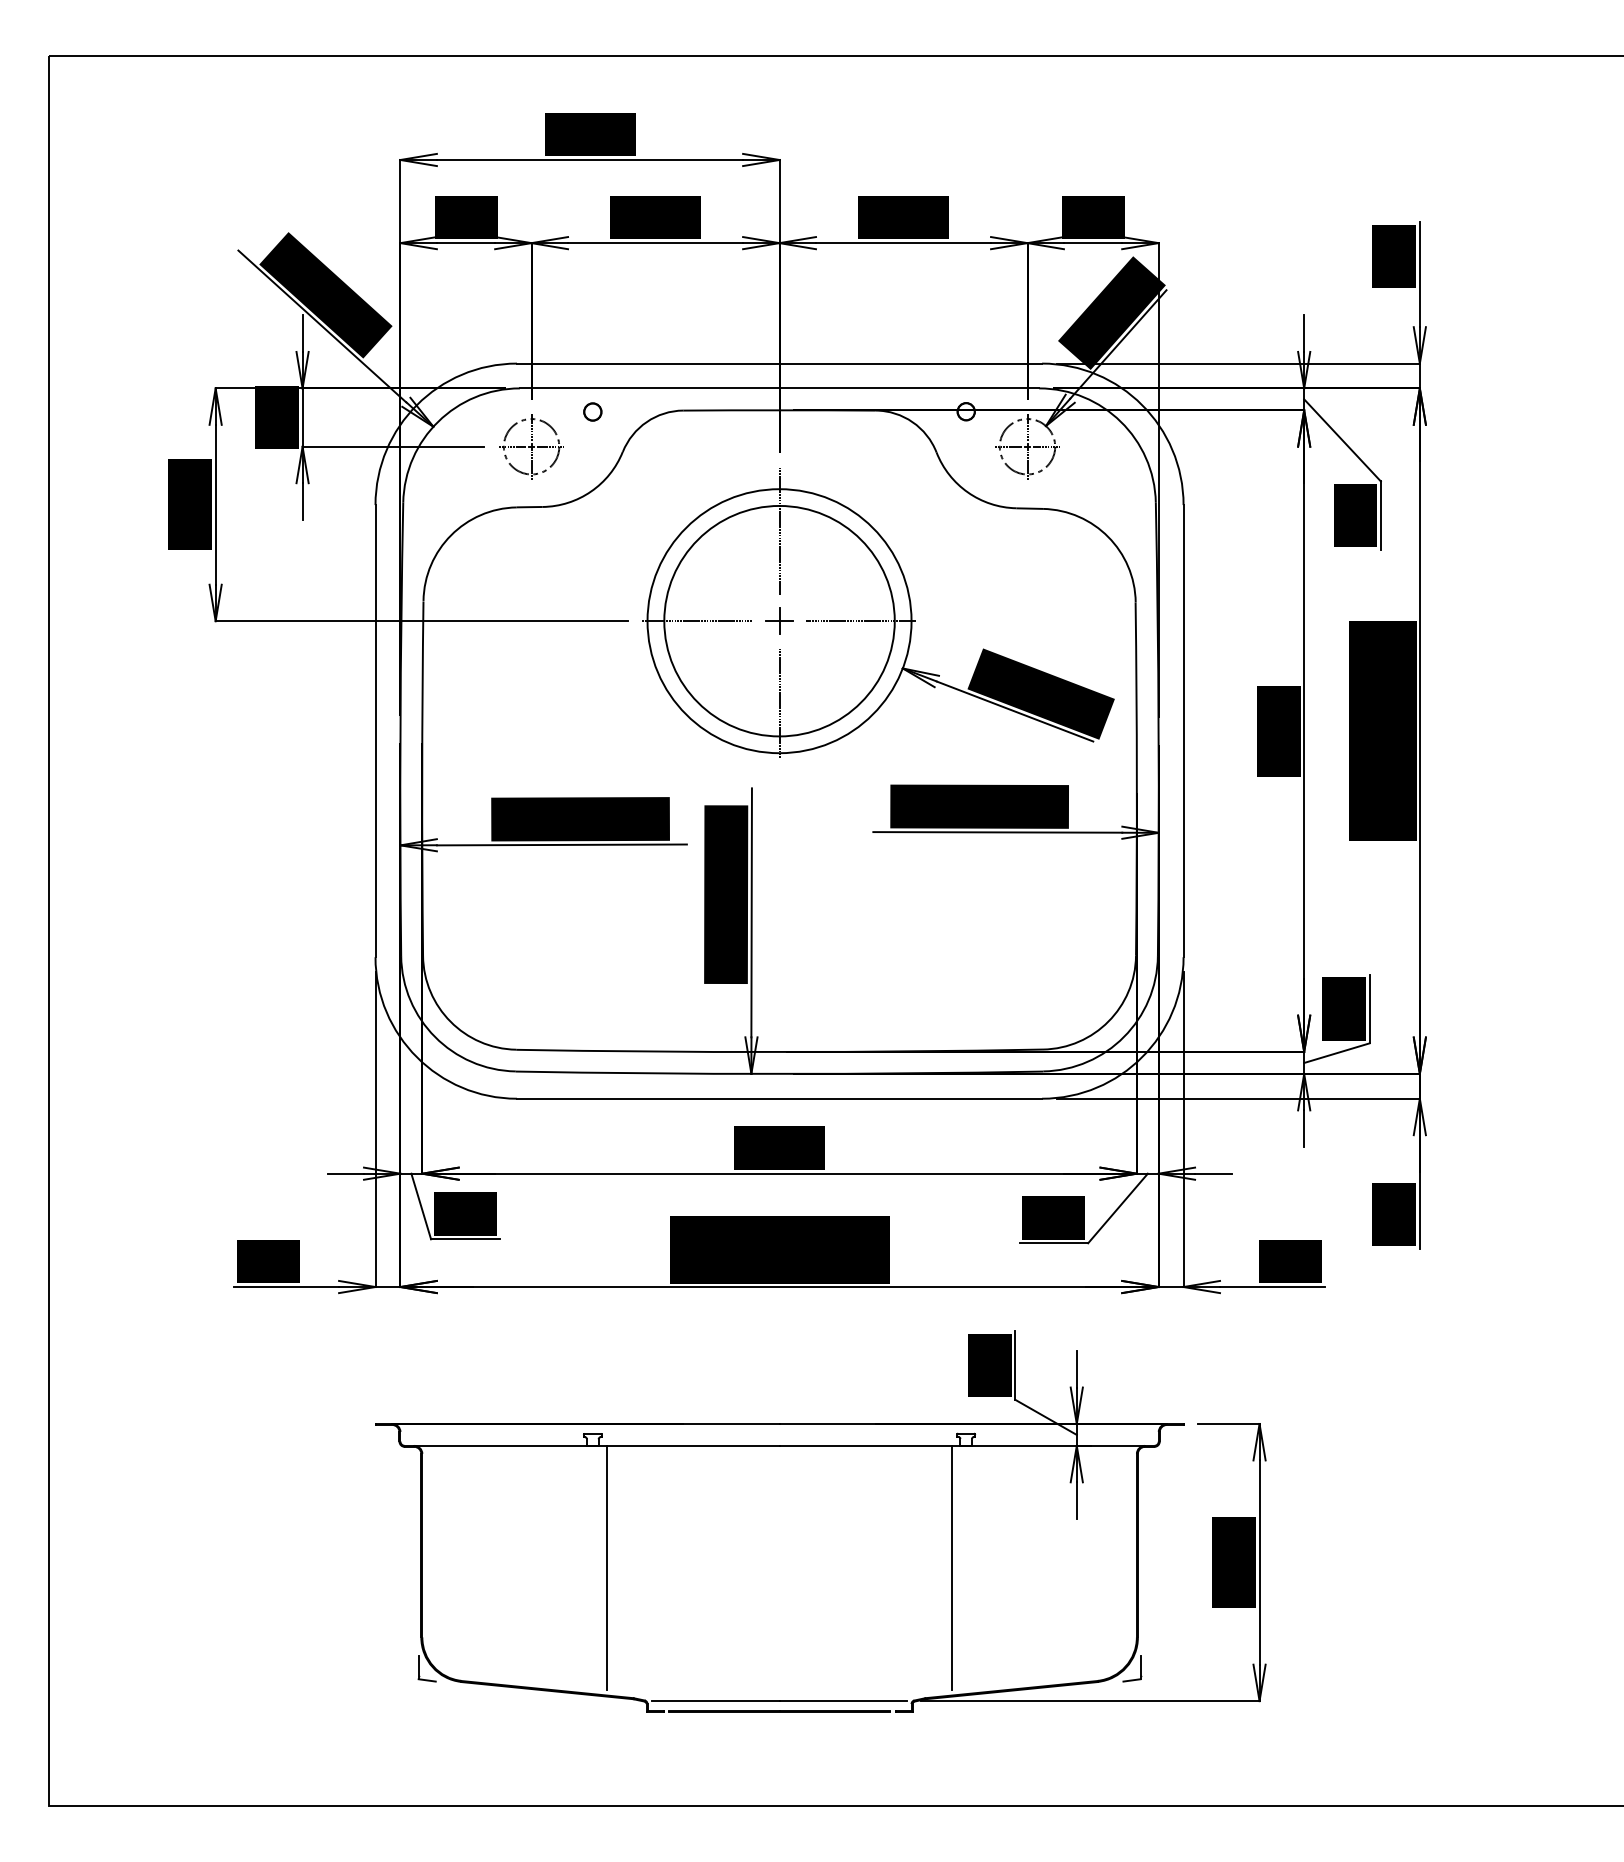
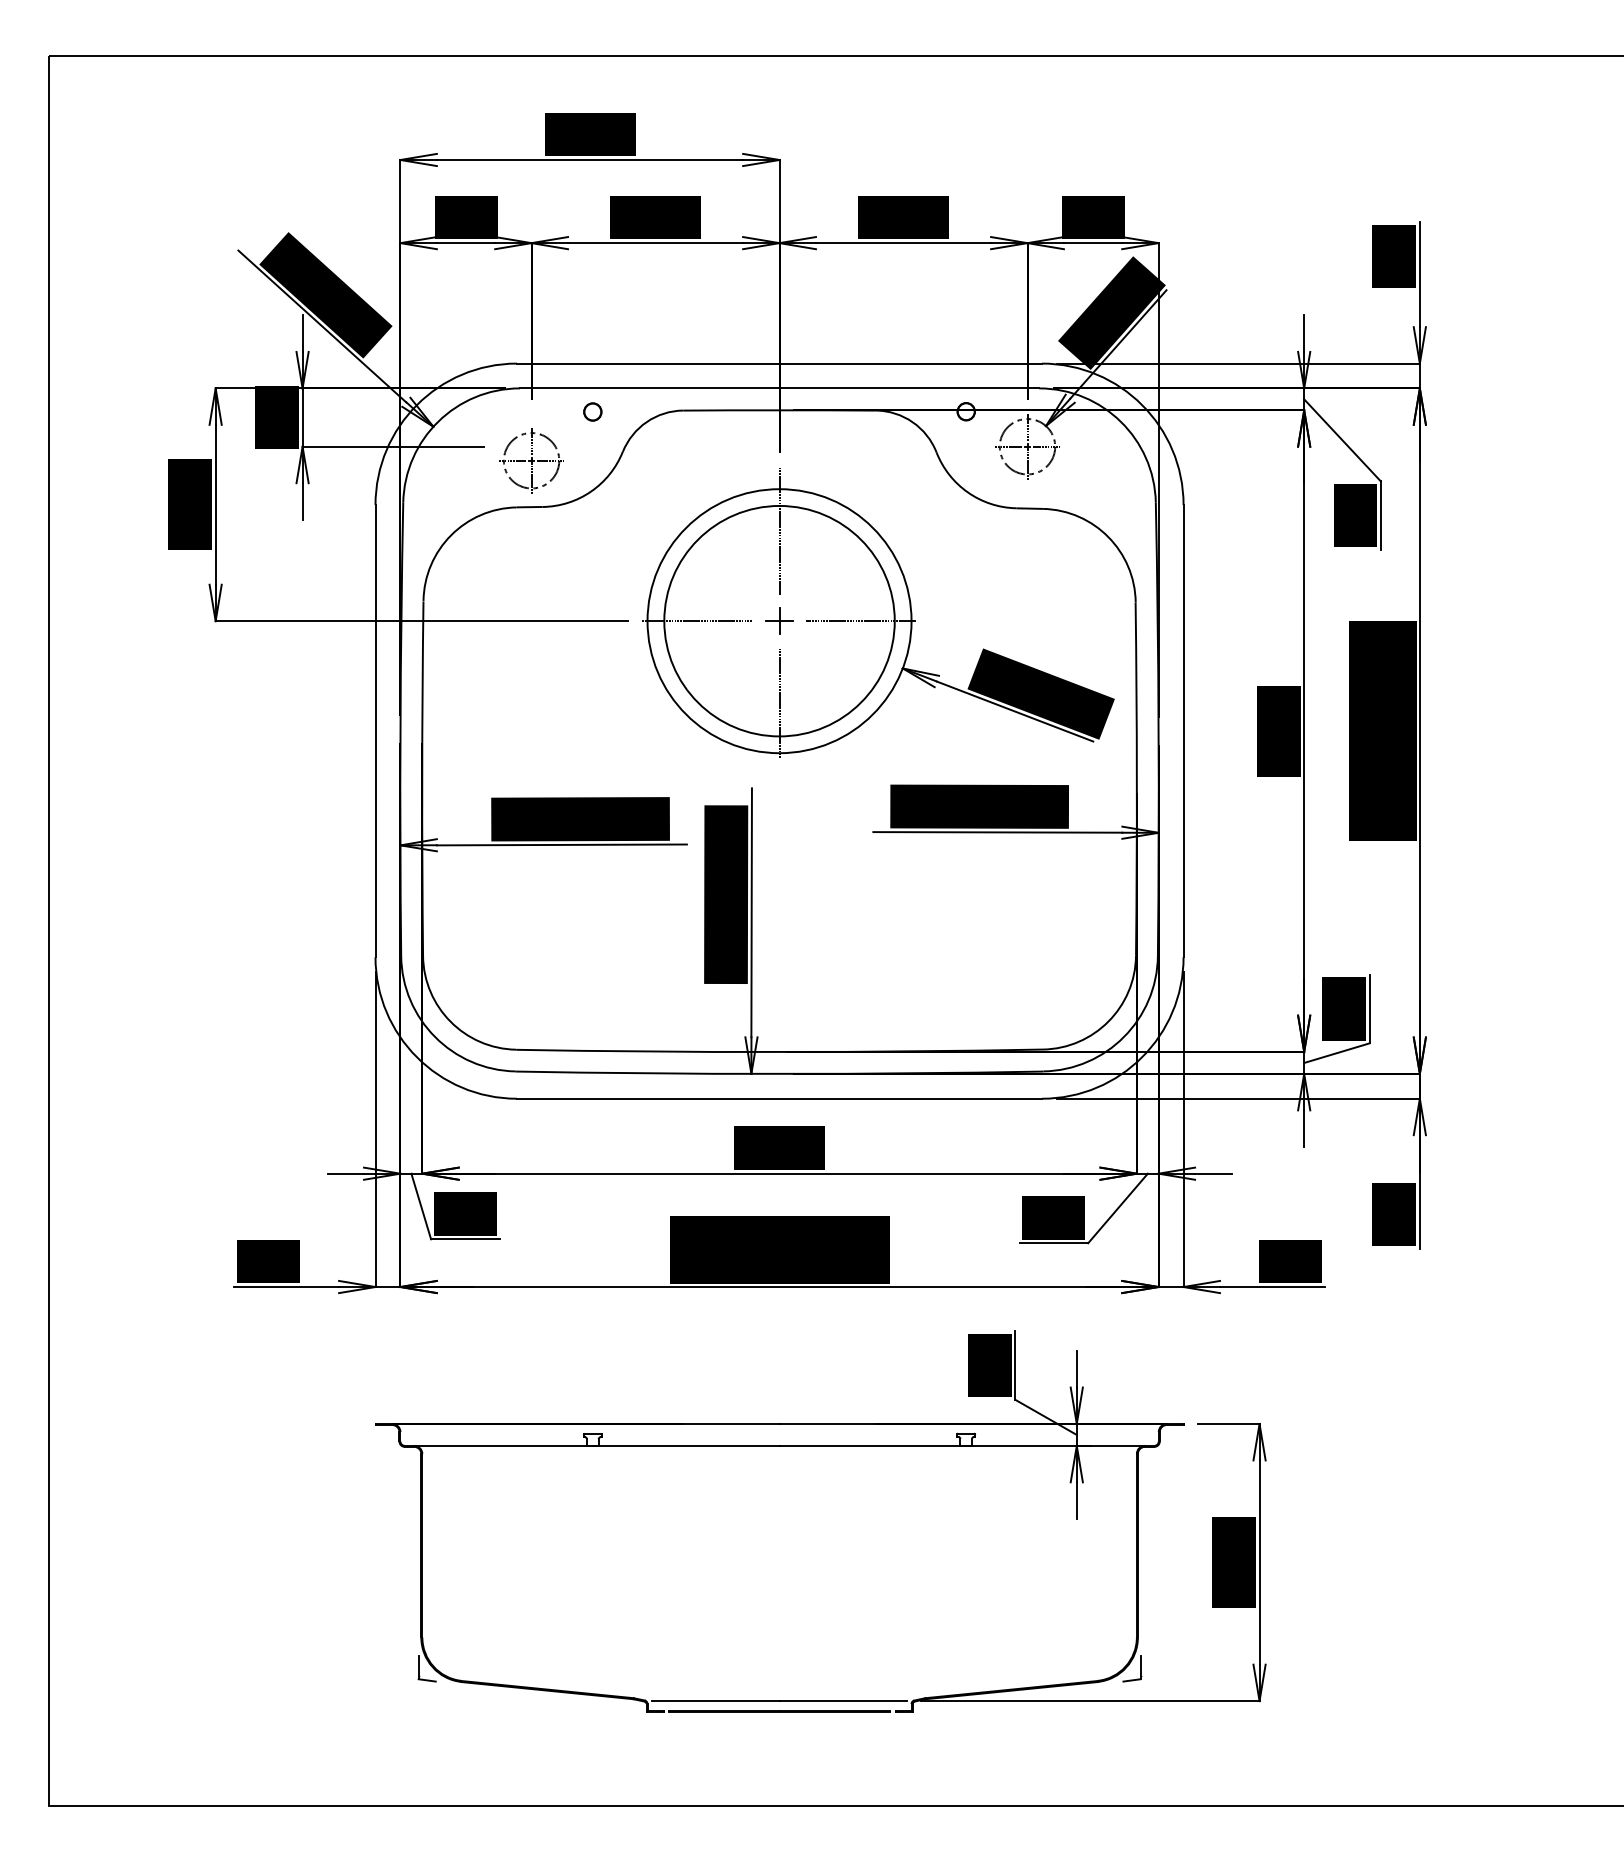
part at (531, 446) position: (531, 446) -> (531, 460)
line at (607, 1567): present -> none
line at (951, 1567): present -> none
